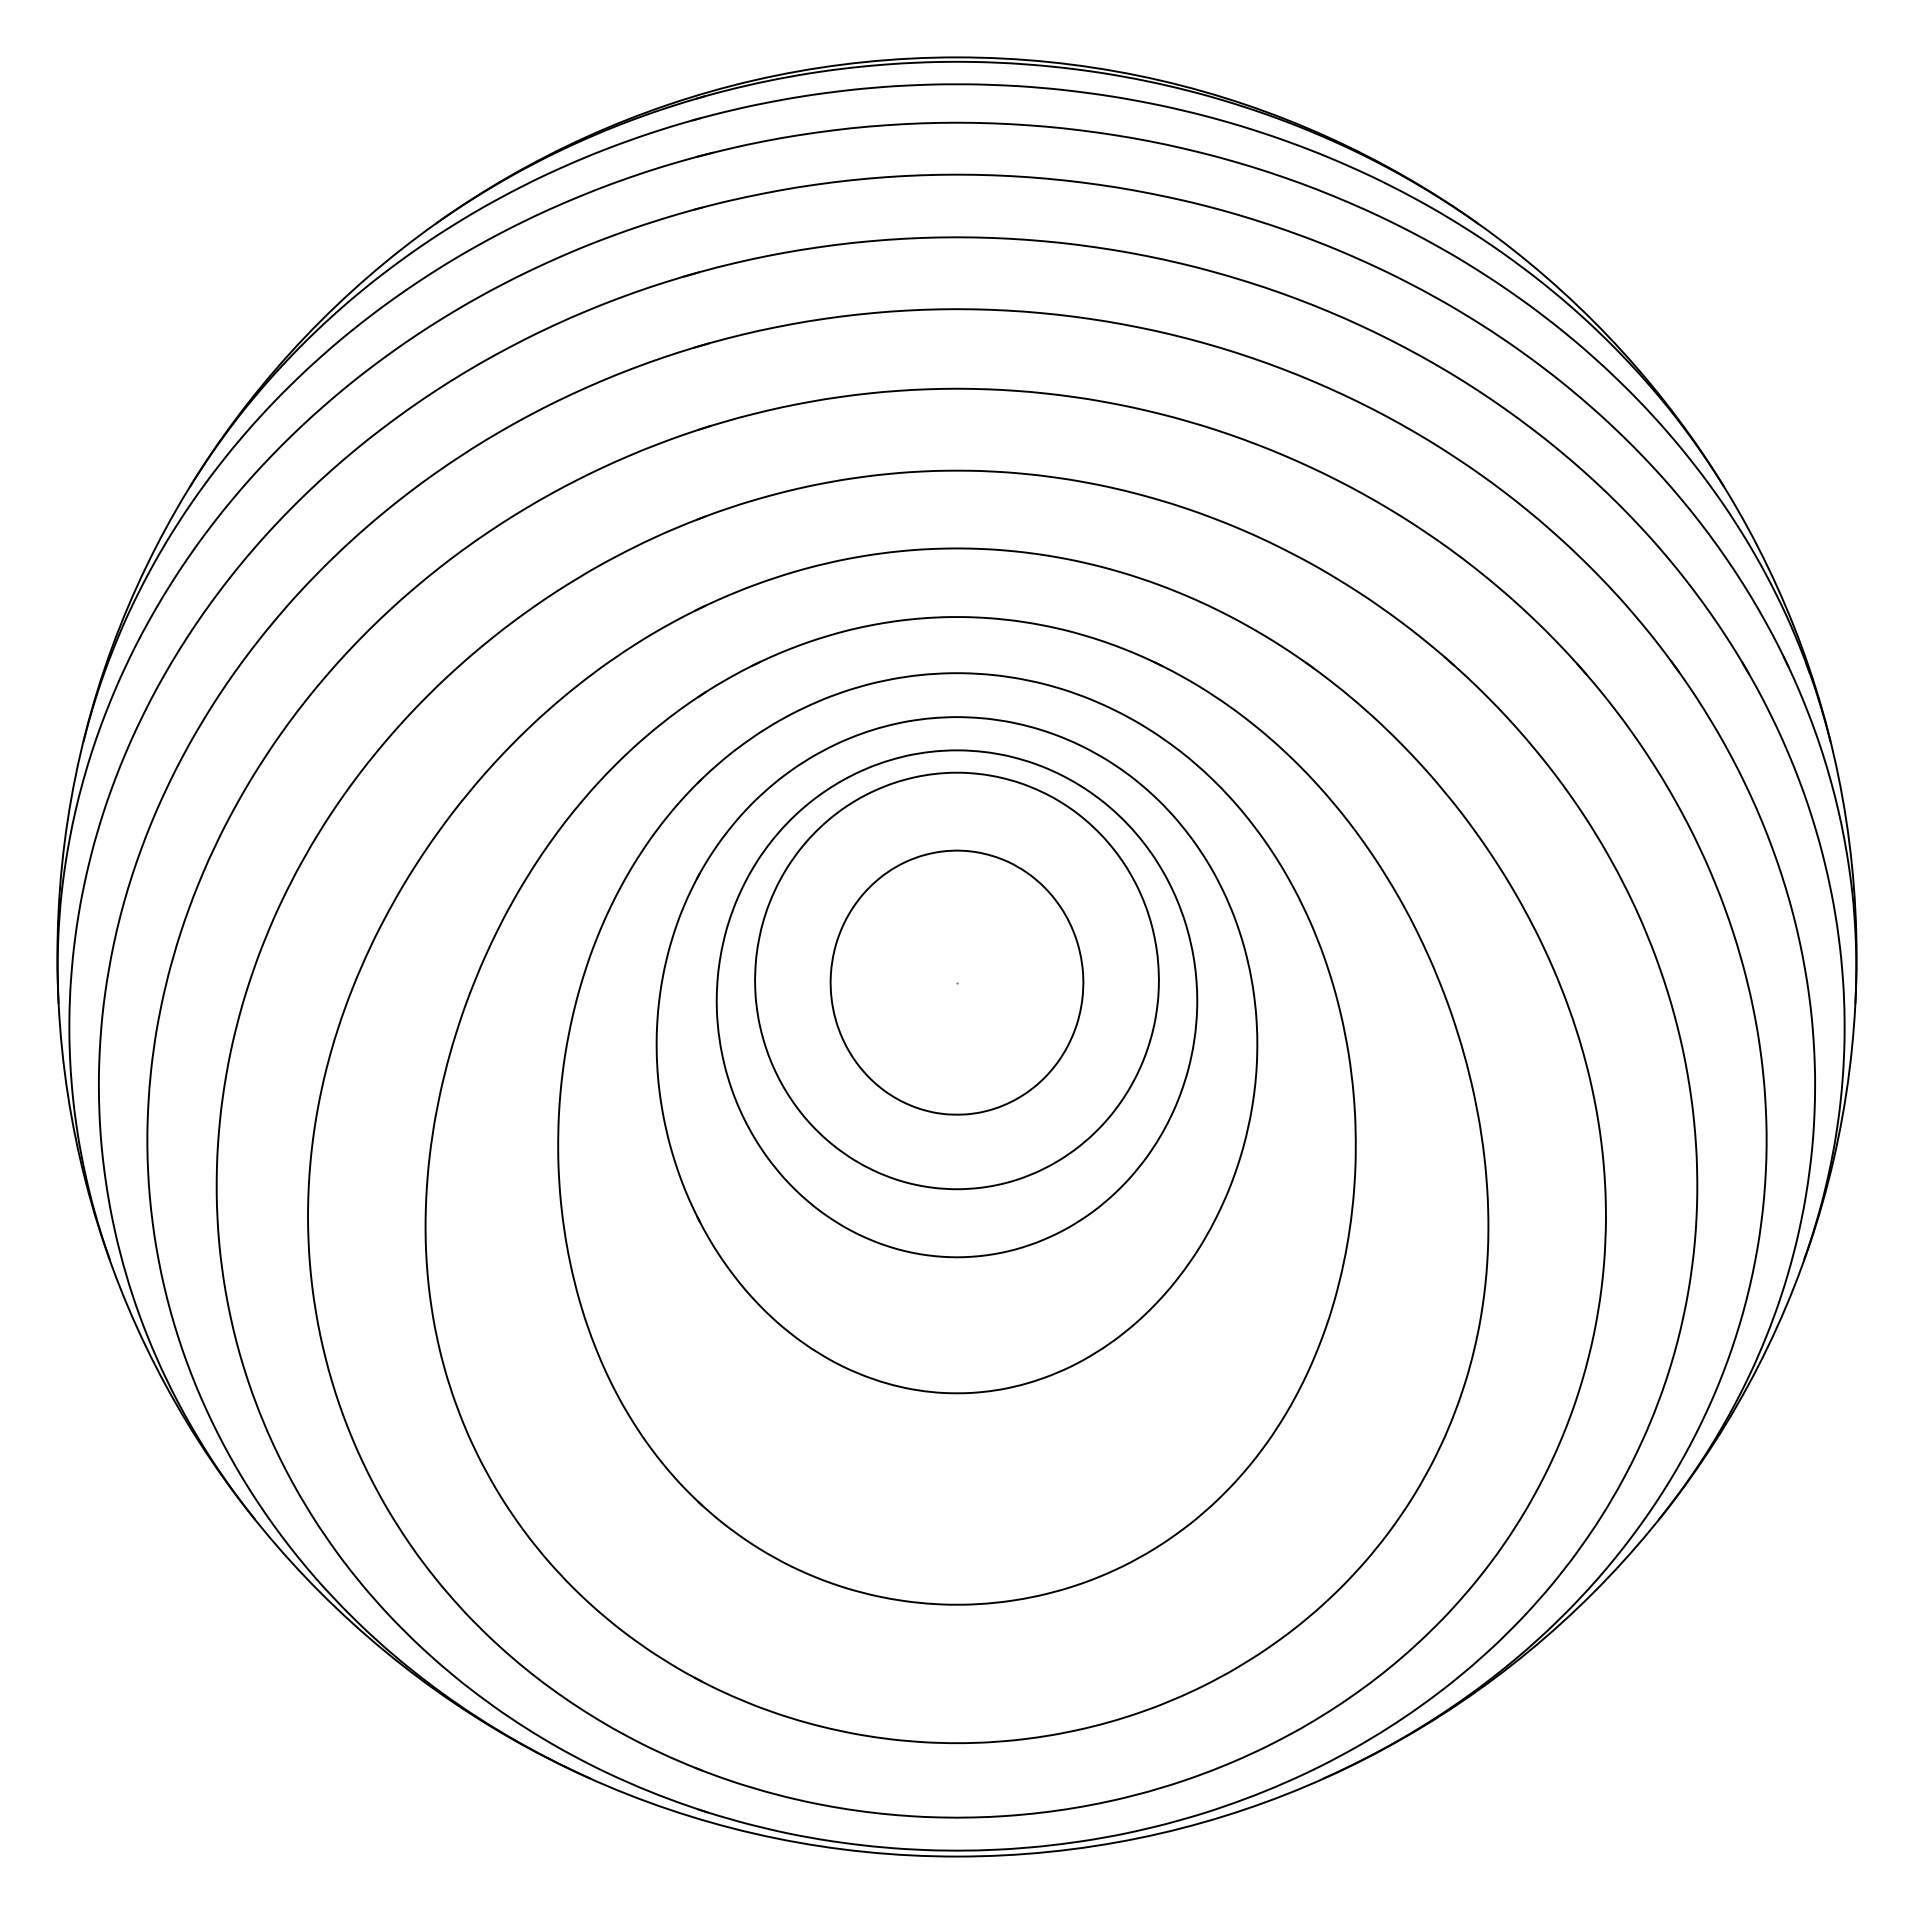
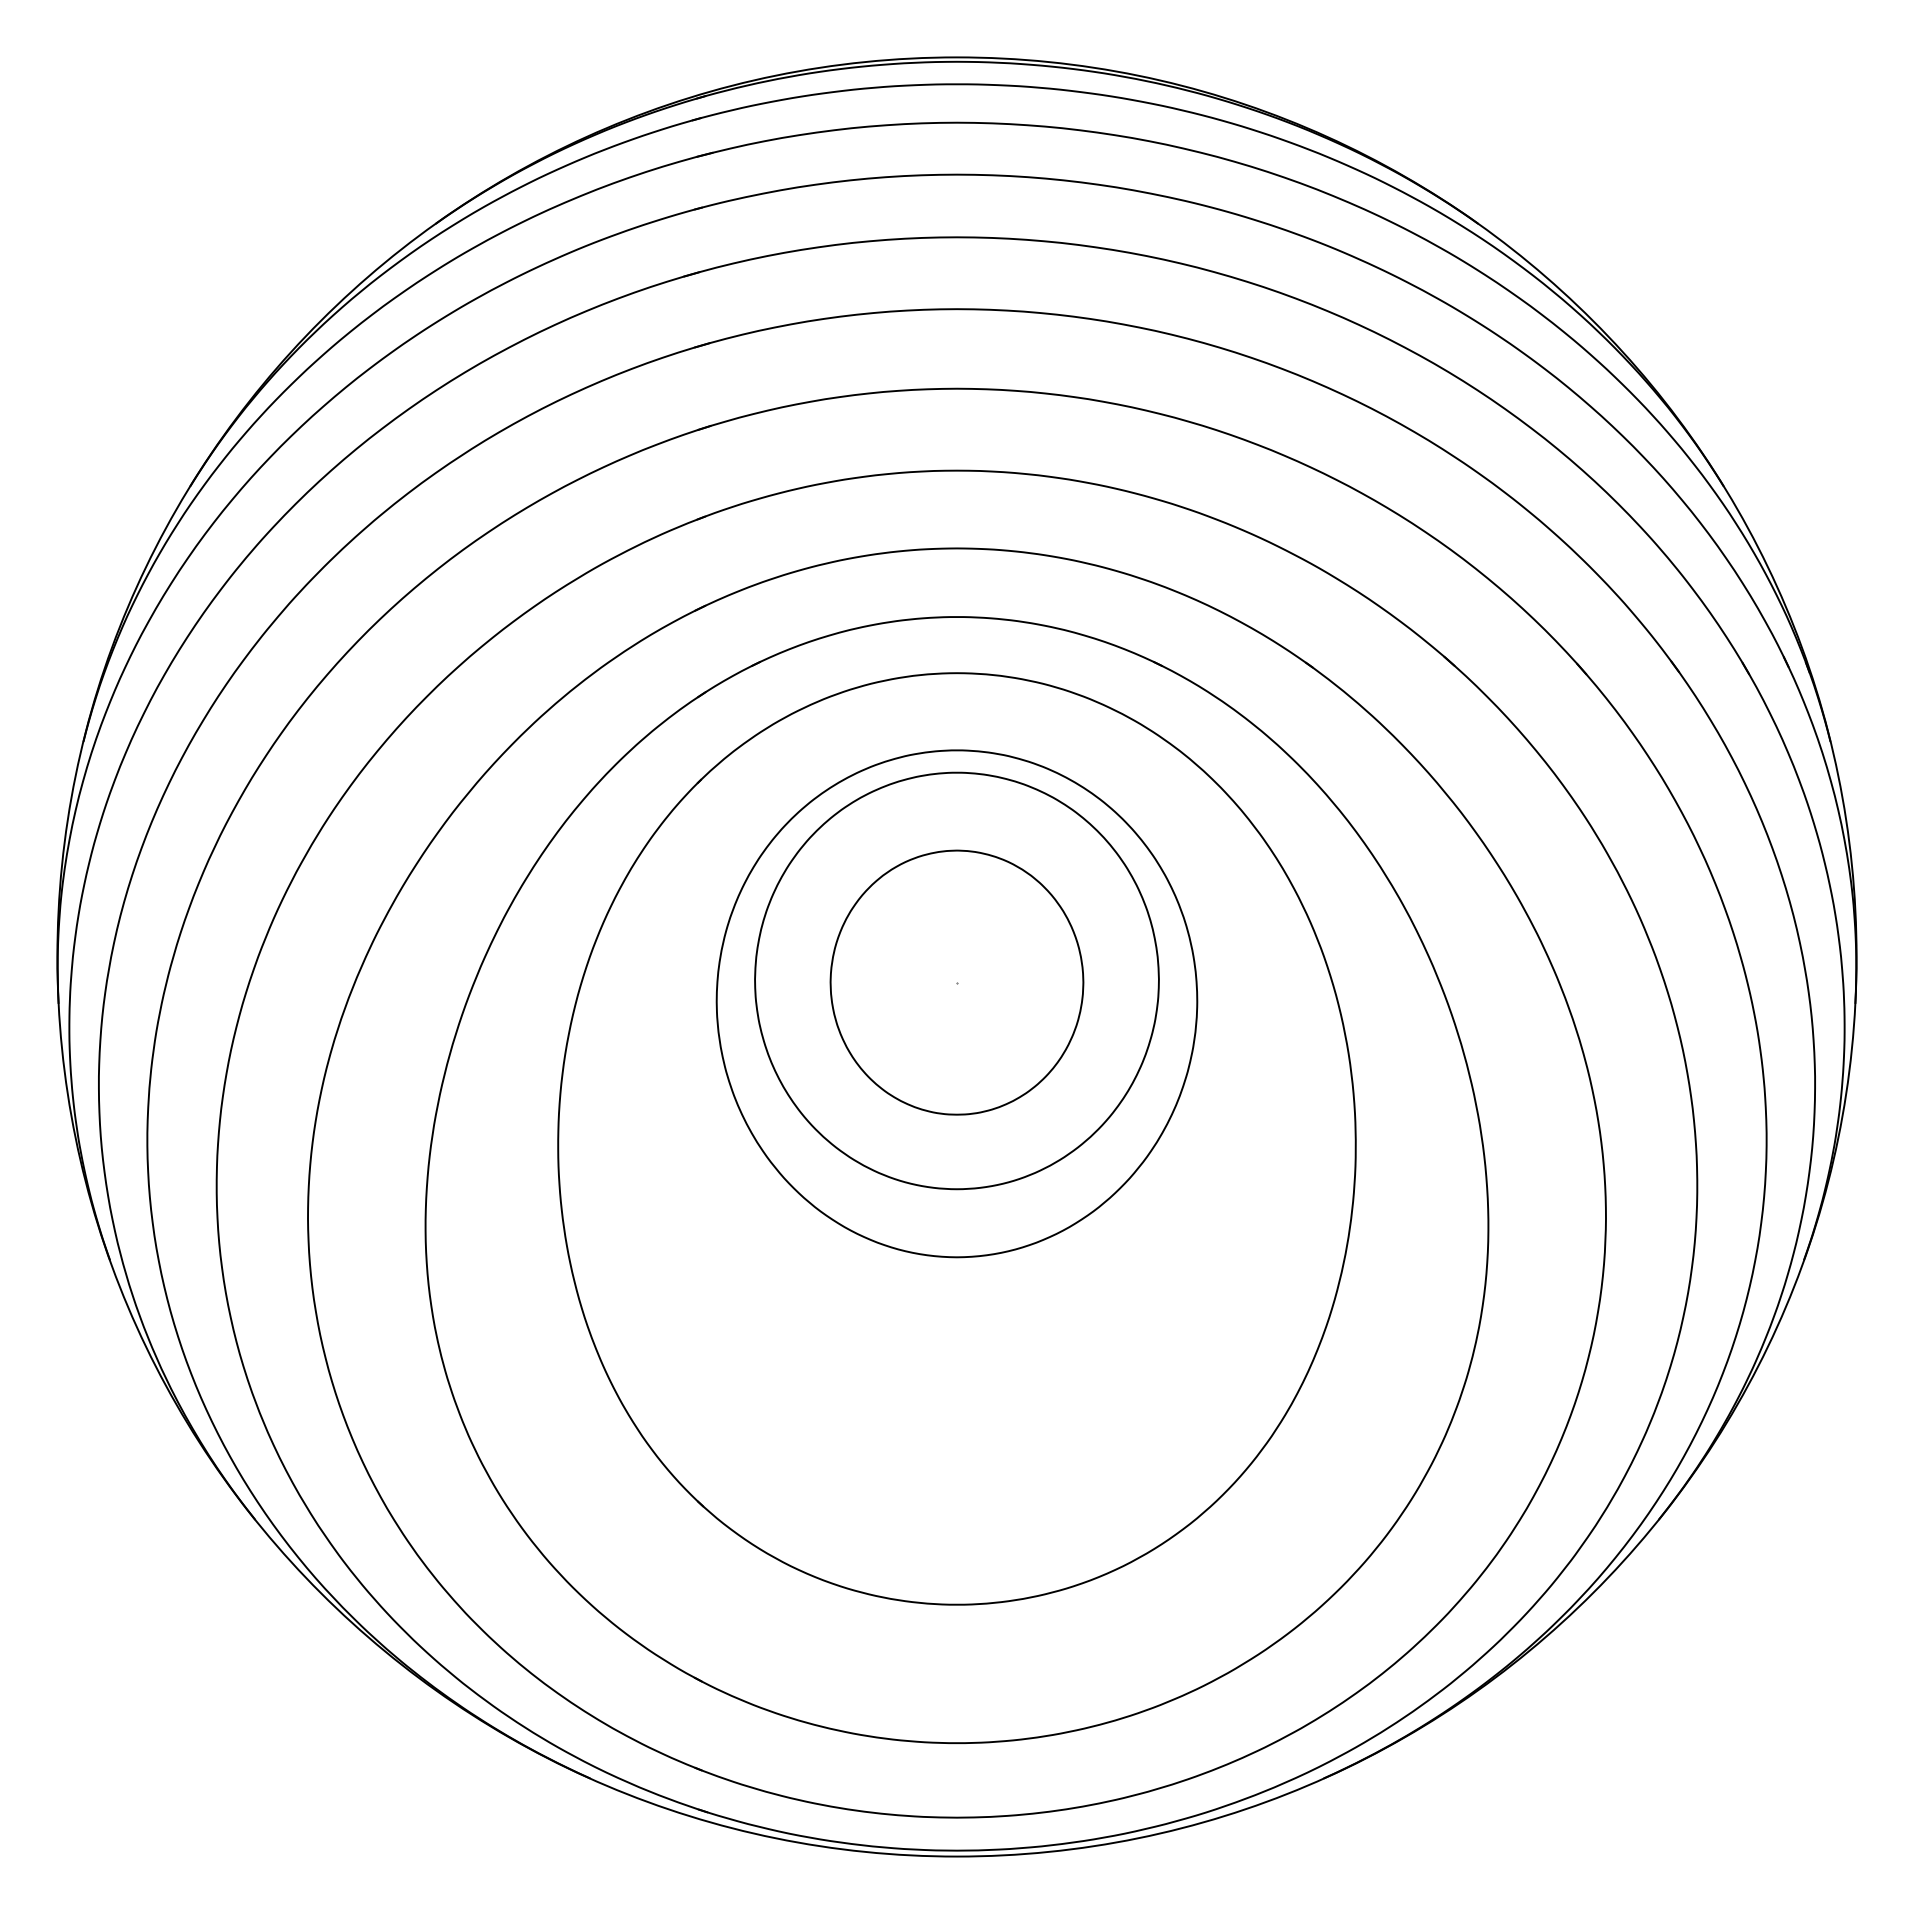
part at (956, 1055): present -> none
